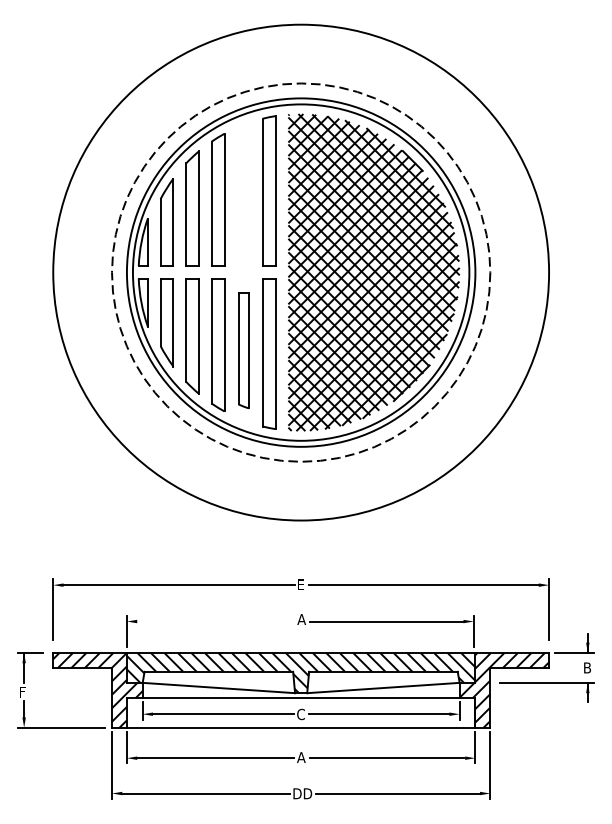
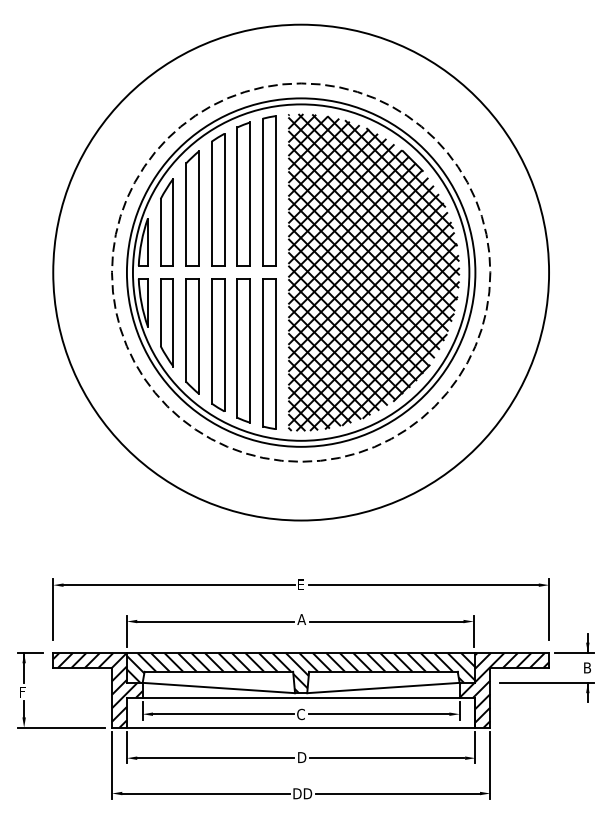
part at (243, 193): none -> present
part at (243, 350) size: 12x118 px -> 15x146 px
line at (215, 621): none -> present
text at (301, 757): A -> D
